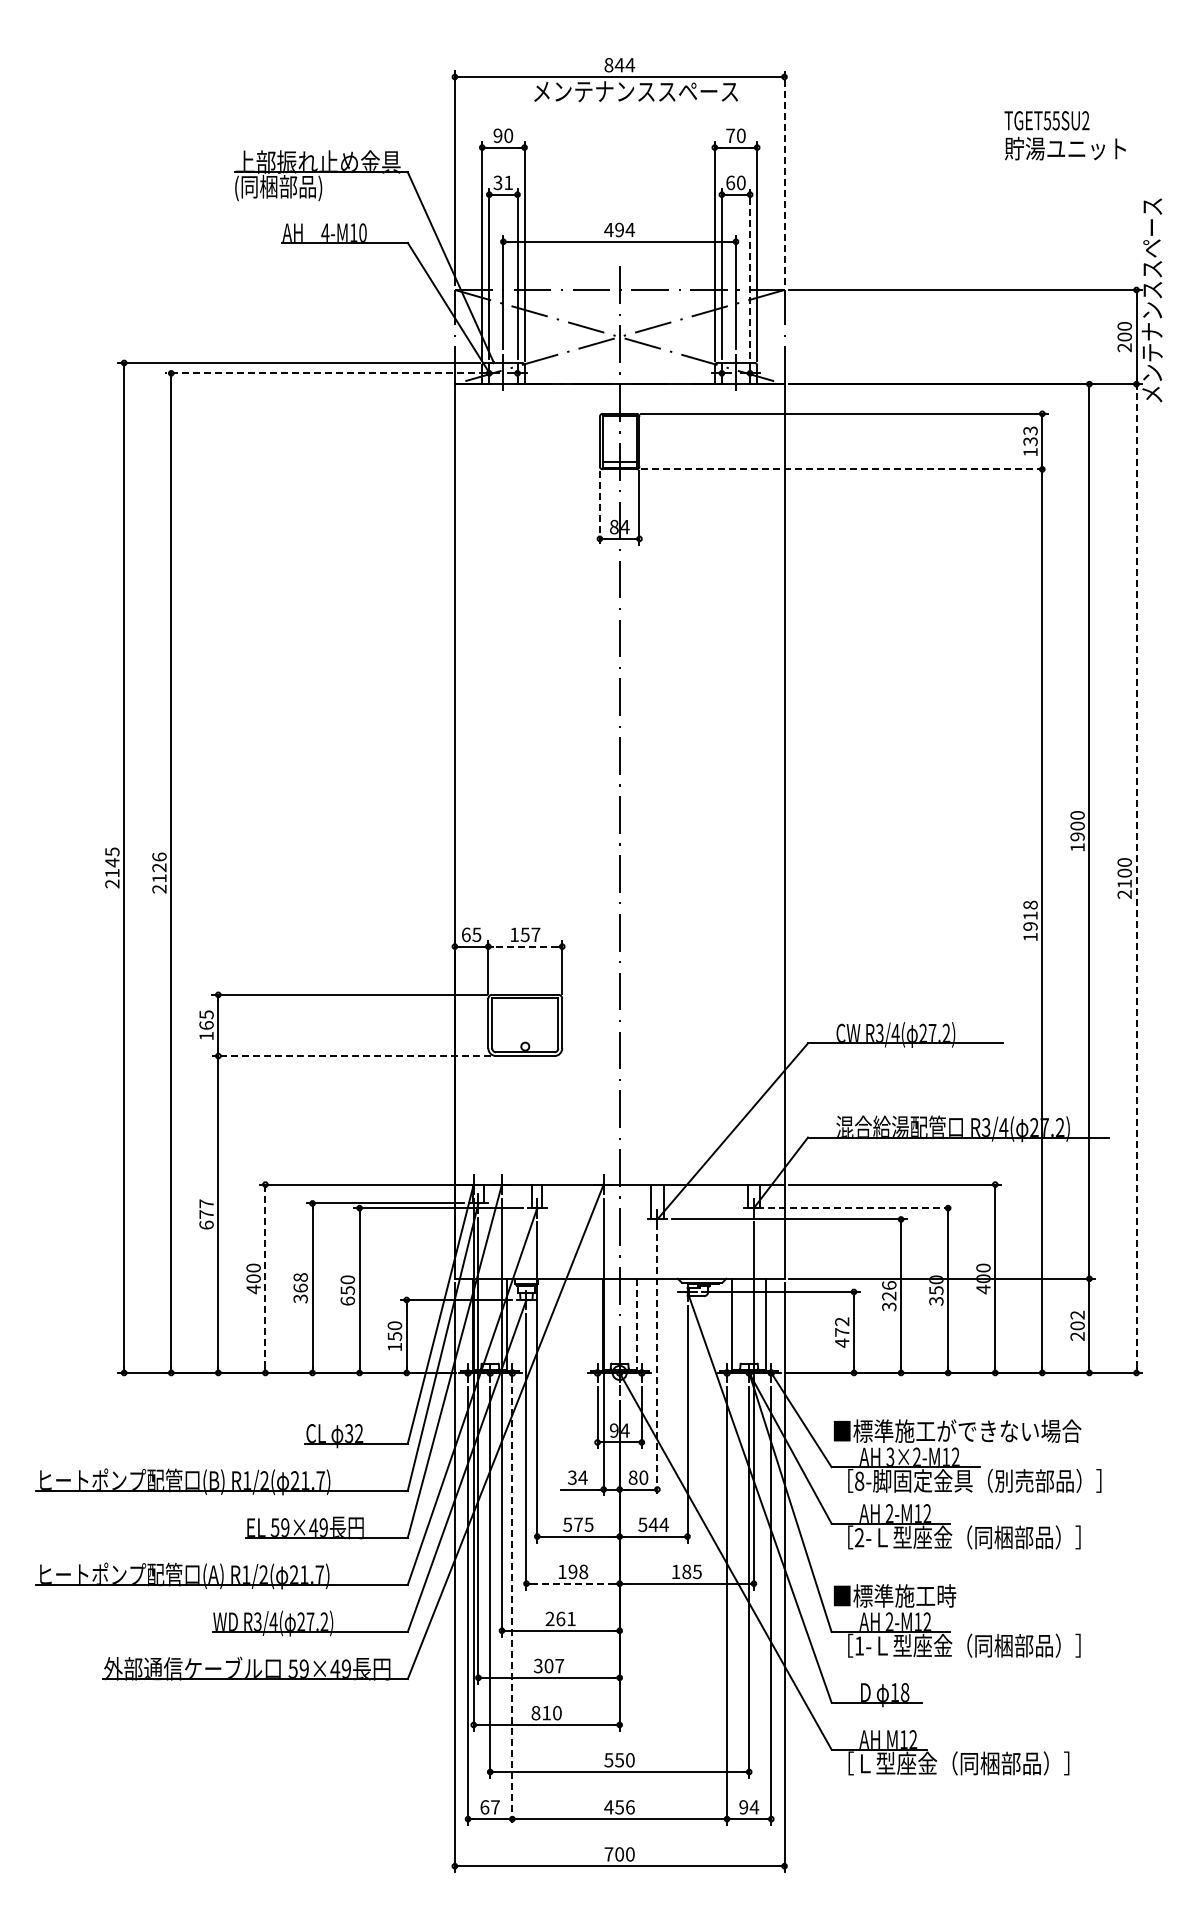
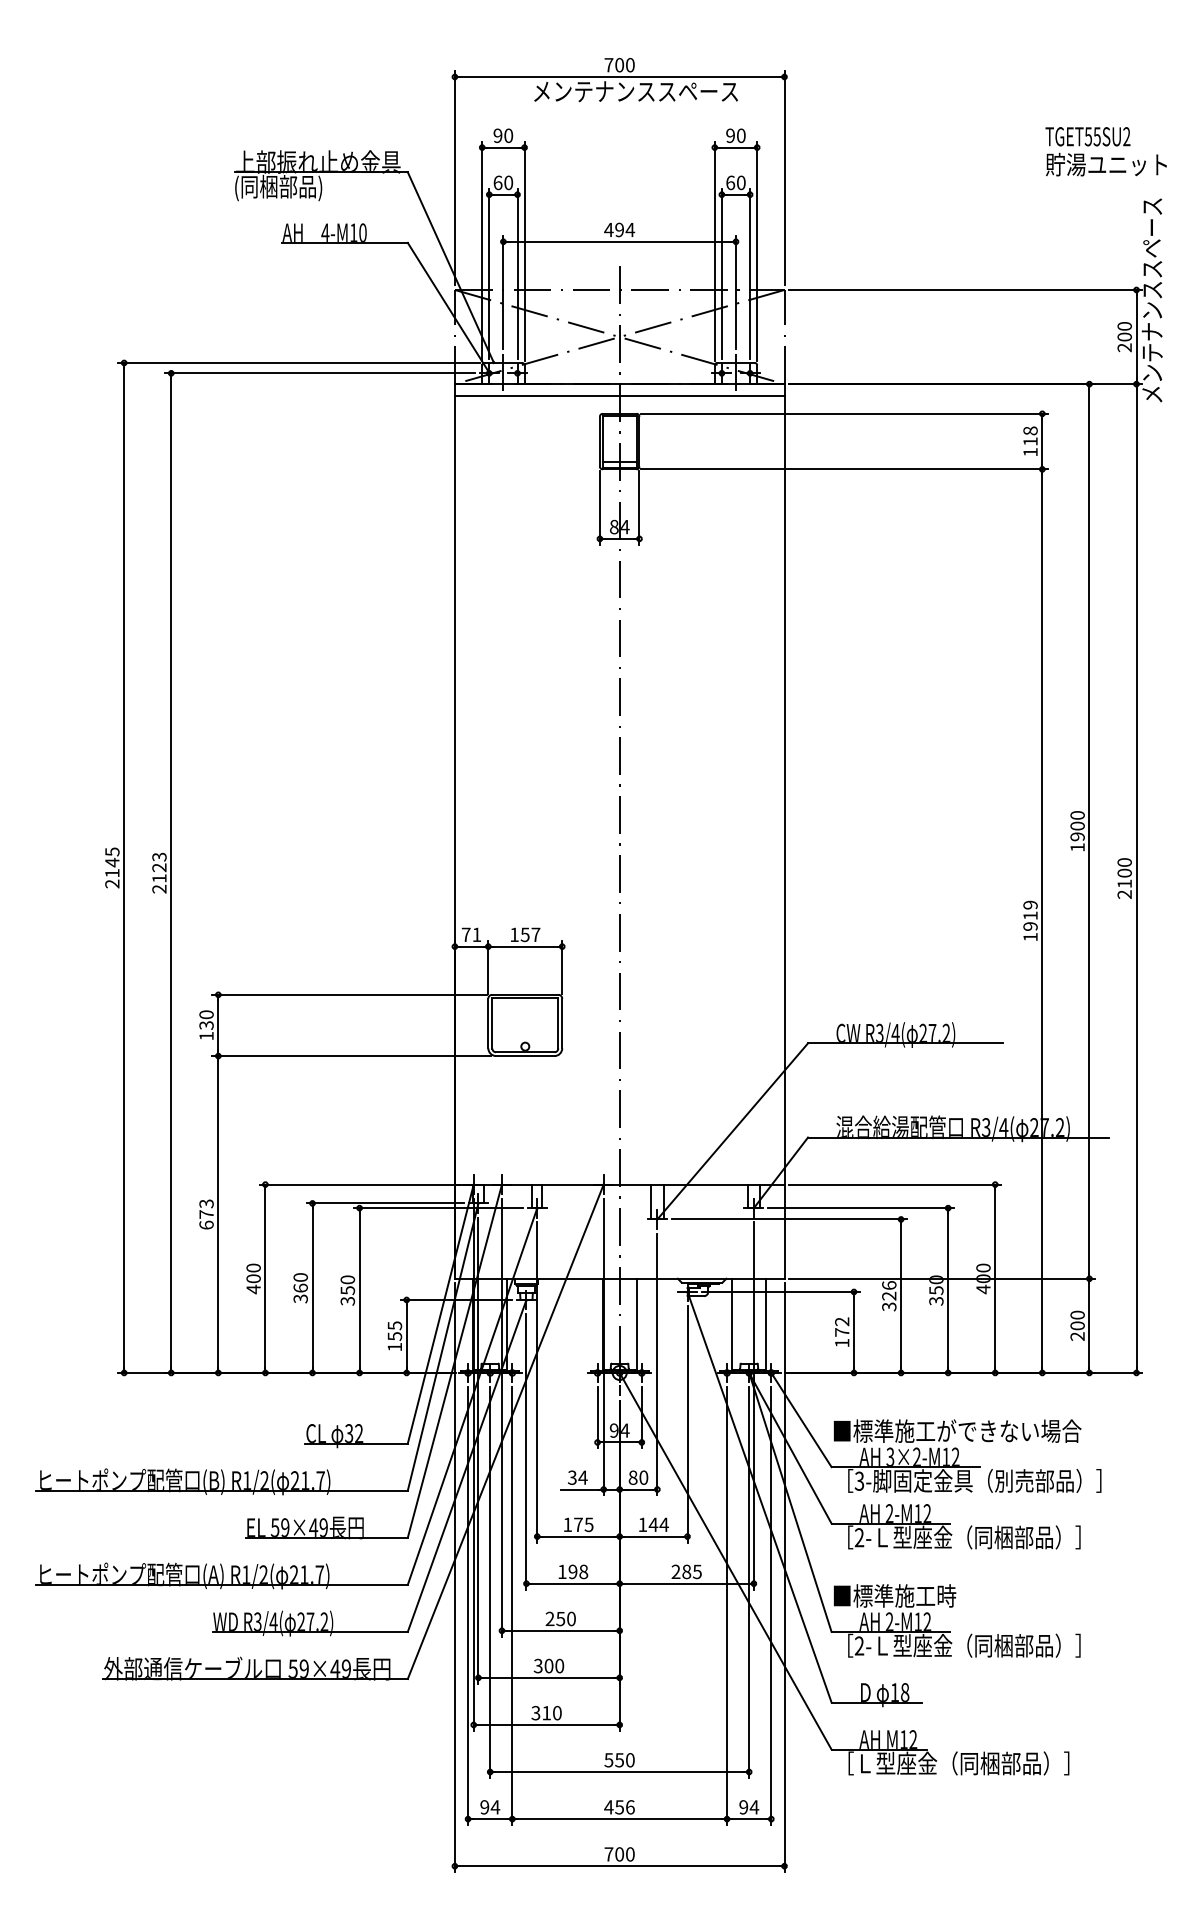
text at (619, 65): 844 -> 700
text at (730, 135): 70 -> 90
text at (1064, 135) position: (1064, 135) -> (1105, 151)
line at (784, 177): dashed -> solid
text at (503, 182): 31 -> 60
line at (750, 273): dashed -> solid
line at (320, 373): dashed -> solid
line at (619, 396): none -> present
text at (1030, 436): 133 -> 118
line at (845, 469): dashed -> solid
line at (599, 508): dashed -> solid
text at (159, 856): 2126 -> 2123
line at (1136, 878): dashed -> solid
text at (1030, 904): 1918 -> 1919
text at (471, 934): 65 -> 71
line at (524, 946): dashed -> solid
text at (206, 1019): 165 -> 130
line at (351, 1056): dashed -> solid
text at (206, 1203): 677 -> 673
line at (861, 1208): dashed -> solid
text at (300, 1277): 368 -> 360
line at (265, 1278): dashed -> solid
text at (347, 1300): 650 -> 350
text at (1077, 1314): 202 -> 200
text at (394, 1325): 150 -> 155
line at (636, 1326): dashed -> solid
text at (842, 1342): 472 -> 172
line at (657, 1364): dashed -> solid
text at (859, 1480): 8- -> 3-
text at (567, 1524): 575 -> 175
text at (642, 1524): 544 -> 144
text at (675, 1571): 185 -> 285
line at (573, 1583): dashed -> solid
line at (512, 1606): dashed -> solid
text at (565, 1618): 261 -> 250
text at (859, 1645): 1- -> 2-
text at (559, 1665): 307 -> 300
text at (535, 1713): 810 -> 310
text at (490, 1807): 67 -> 94
